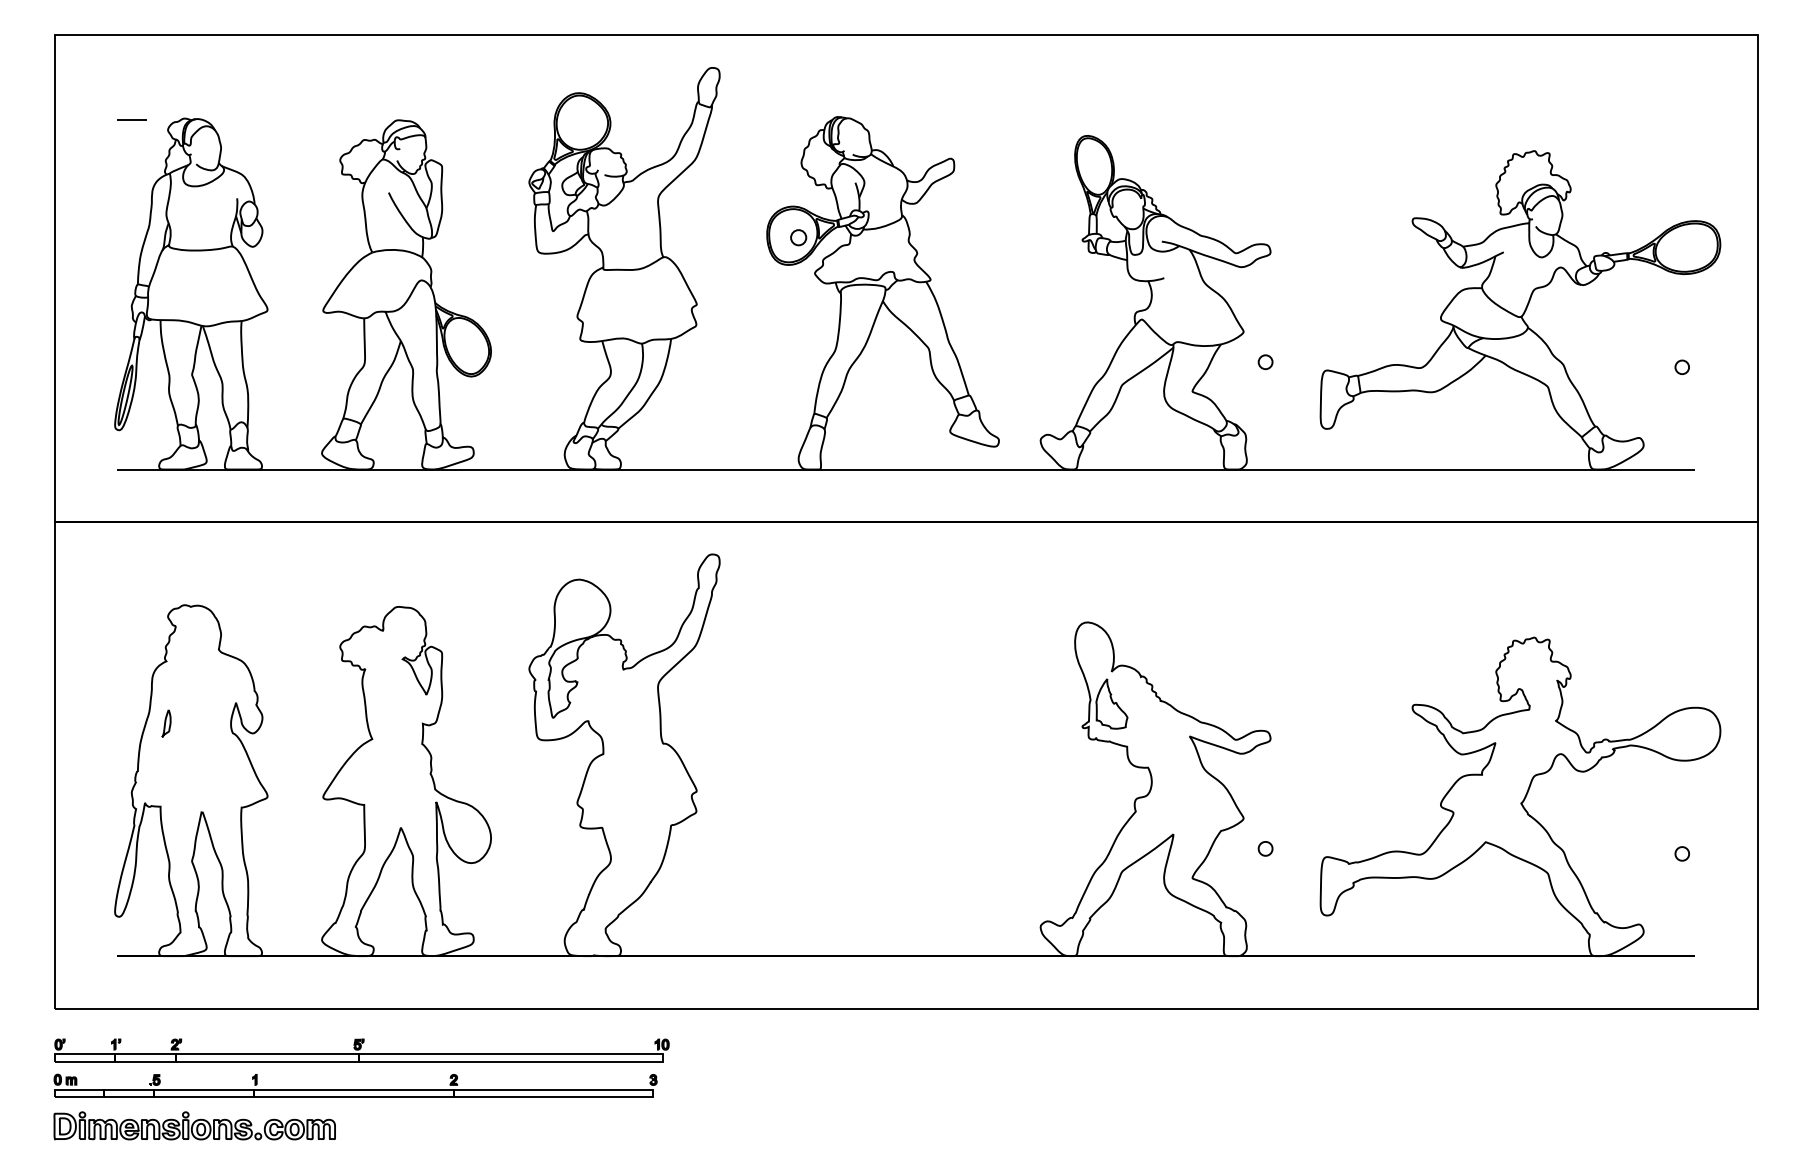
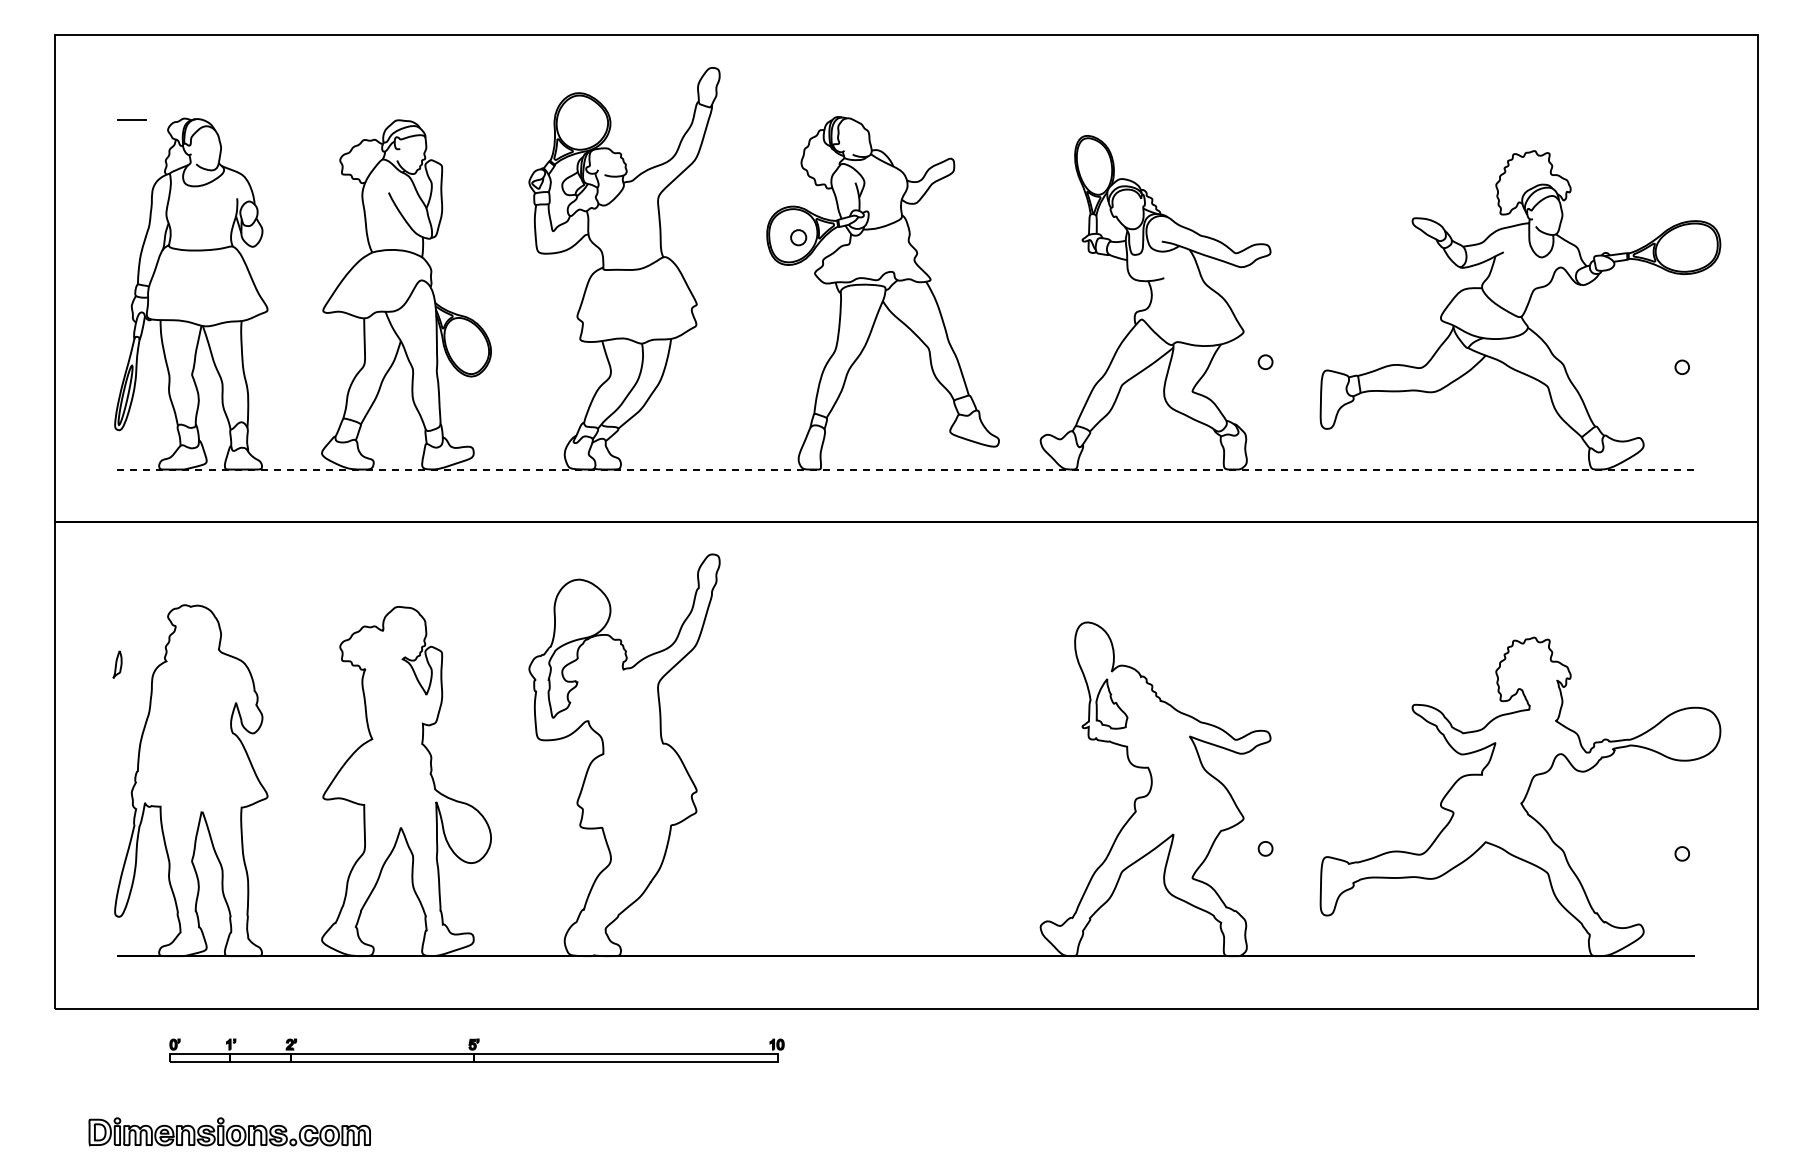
line at (906, 469): solid -> dashed
part at (166, 723) position: (166, 723) -> (117, 664)
part at (361, 1050) position: (361, 1050) -> (476, 1050)
part at (355, 1085): present -> none
part at (194, 1125) position: (194, 1125) -> (229, 1131)
